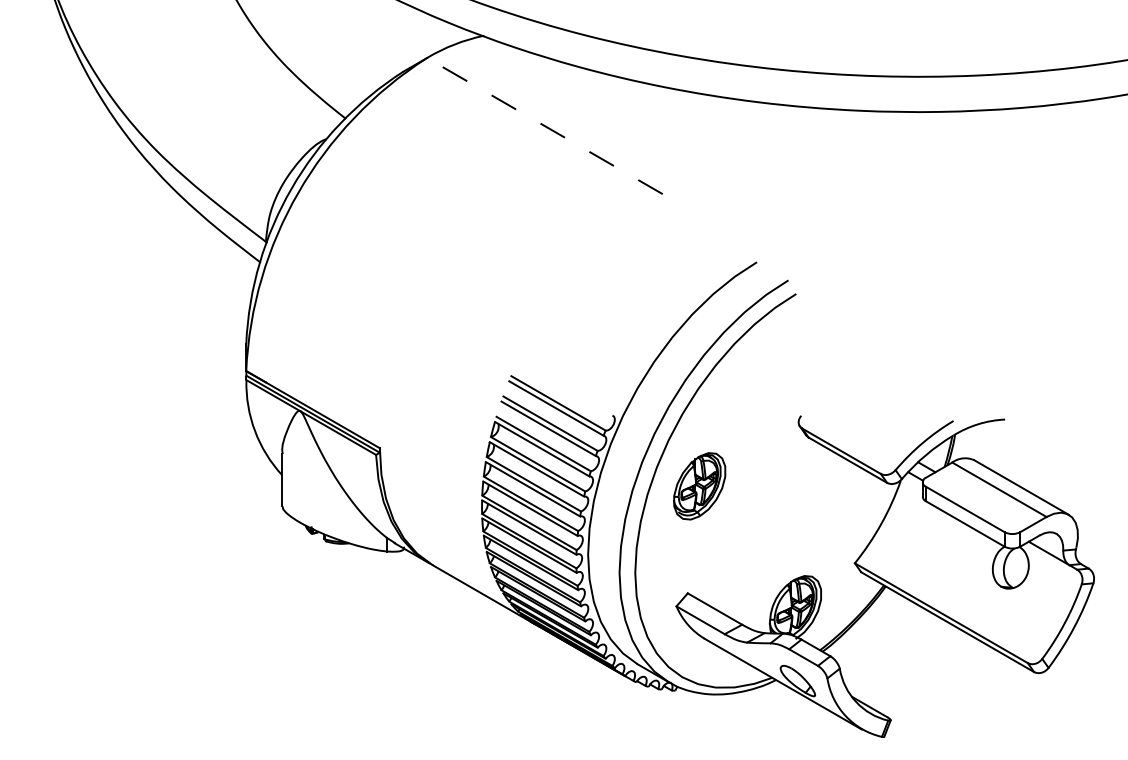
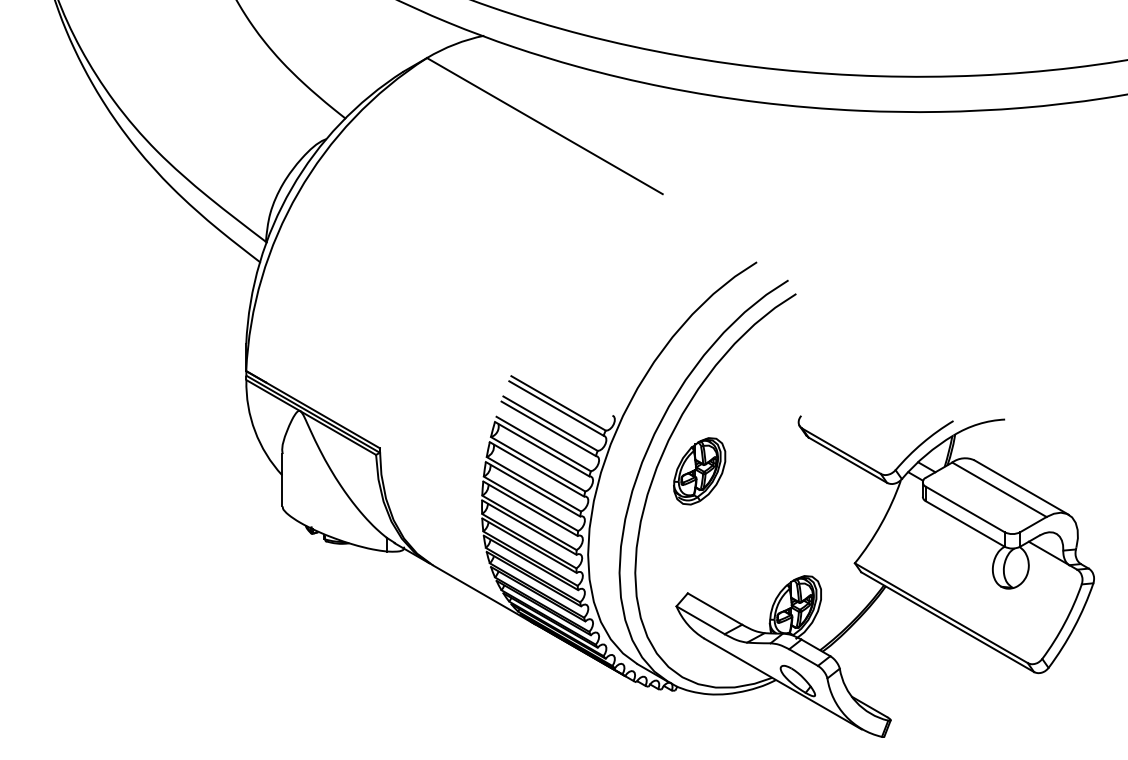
line at (544, 125): dashed -> solid
part at (699, 486) position: (699, 486) -> (699, 471)
